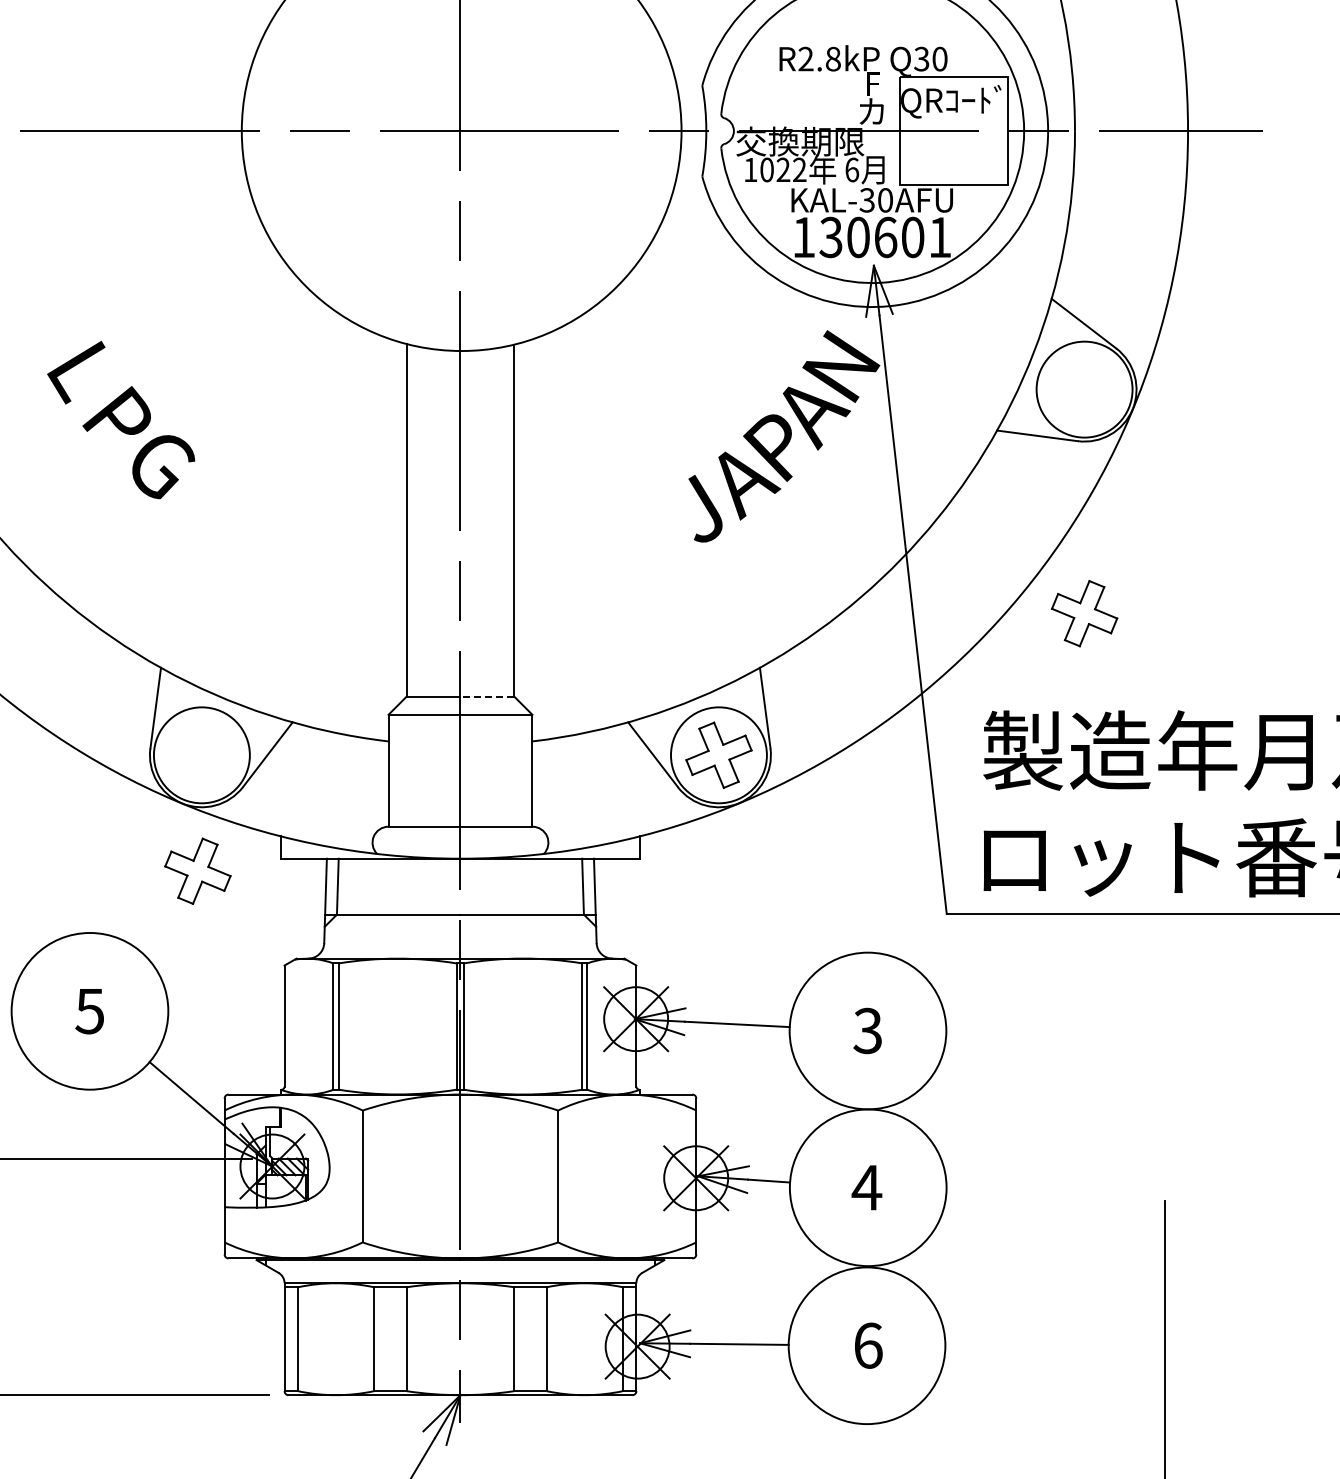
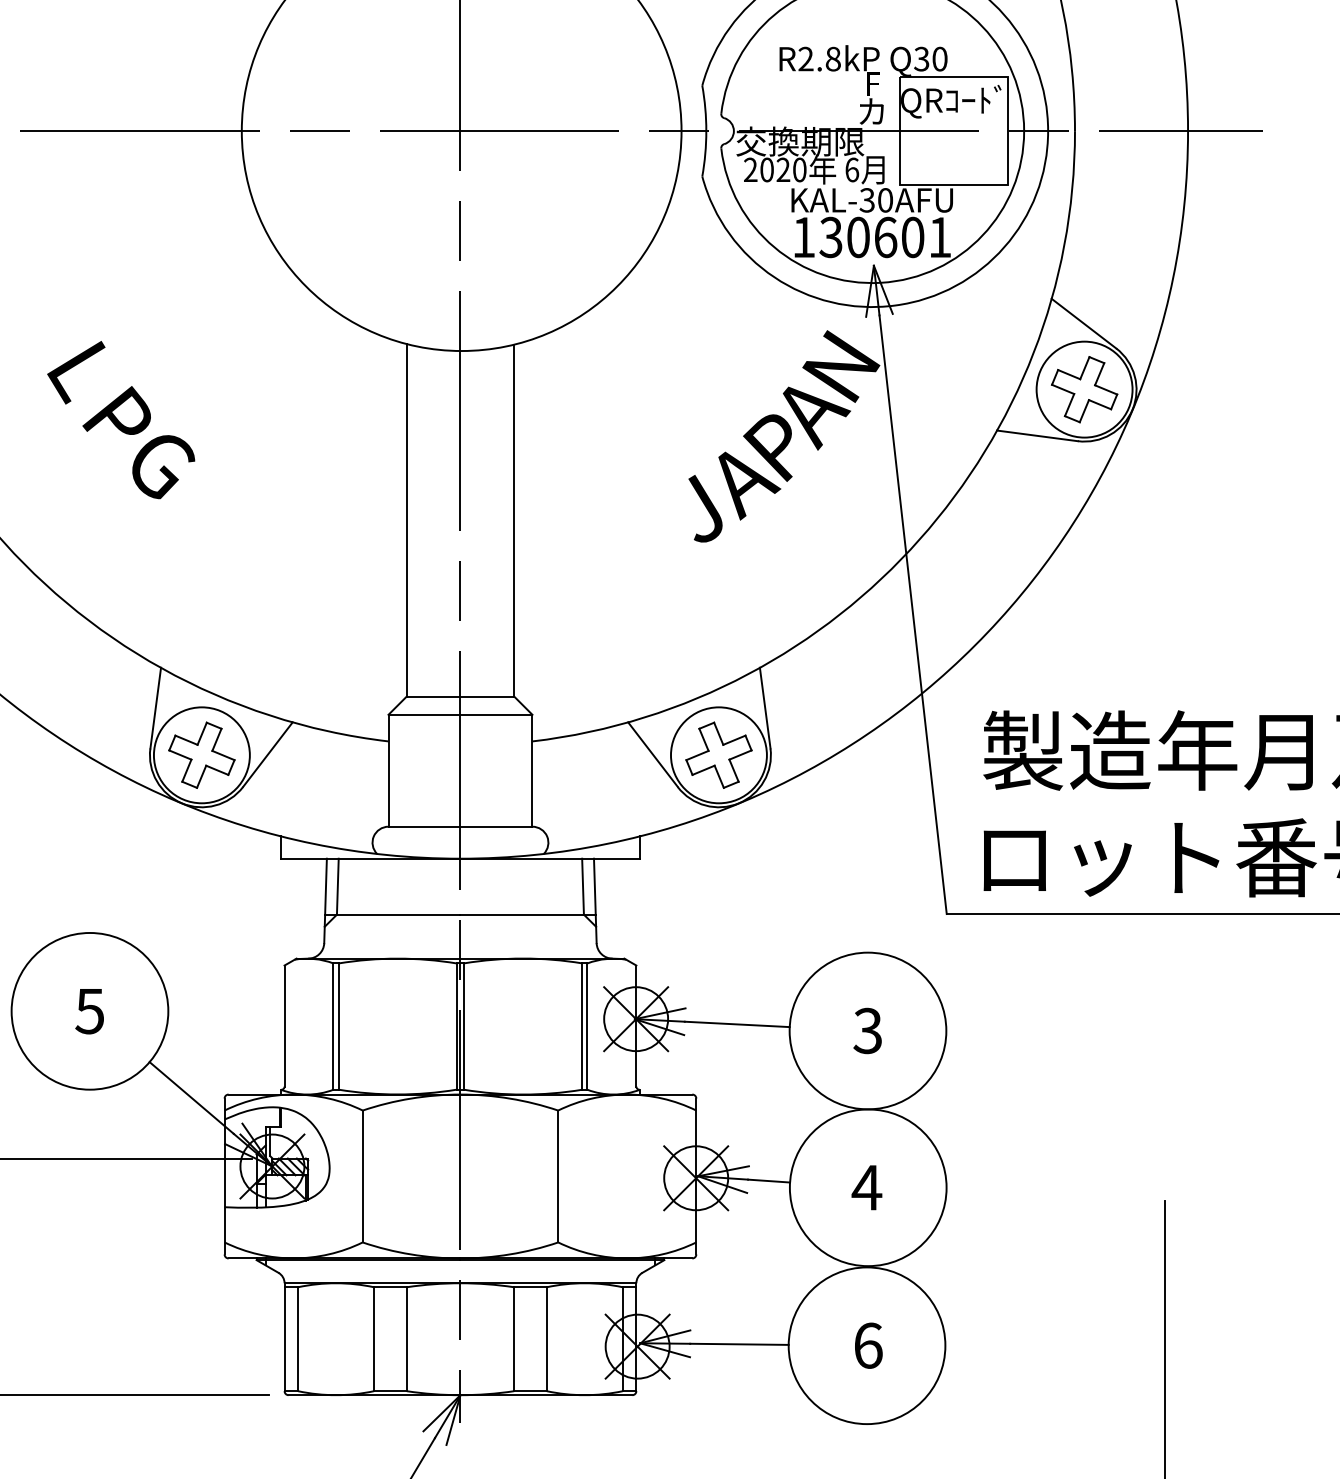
text at (775, 169): 1022 -> 2020
part at (1084, 613) position: (1084, 613) -> (1084, 389)
line at (487, 696): dashed -> solid
part at (197, 870) position: (197, 870) -> (201, 754)
